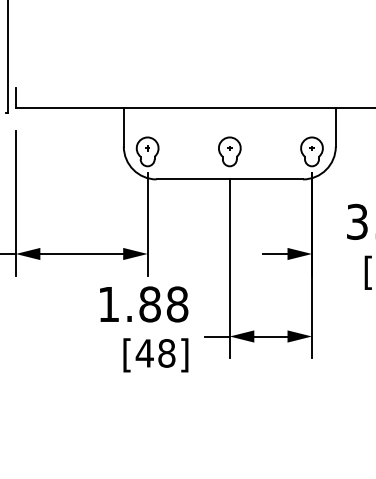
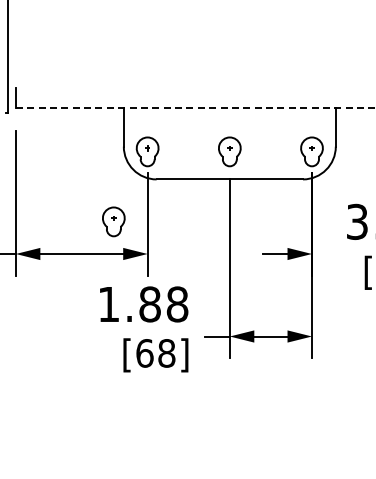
line at (195, 108): solid -> dashed
part at (113, 221): none -> present
text at (144, 353): [48] -> [68]
